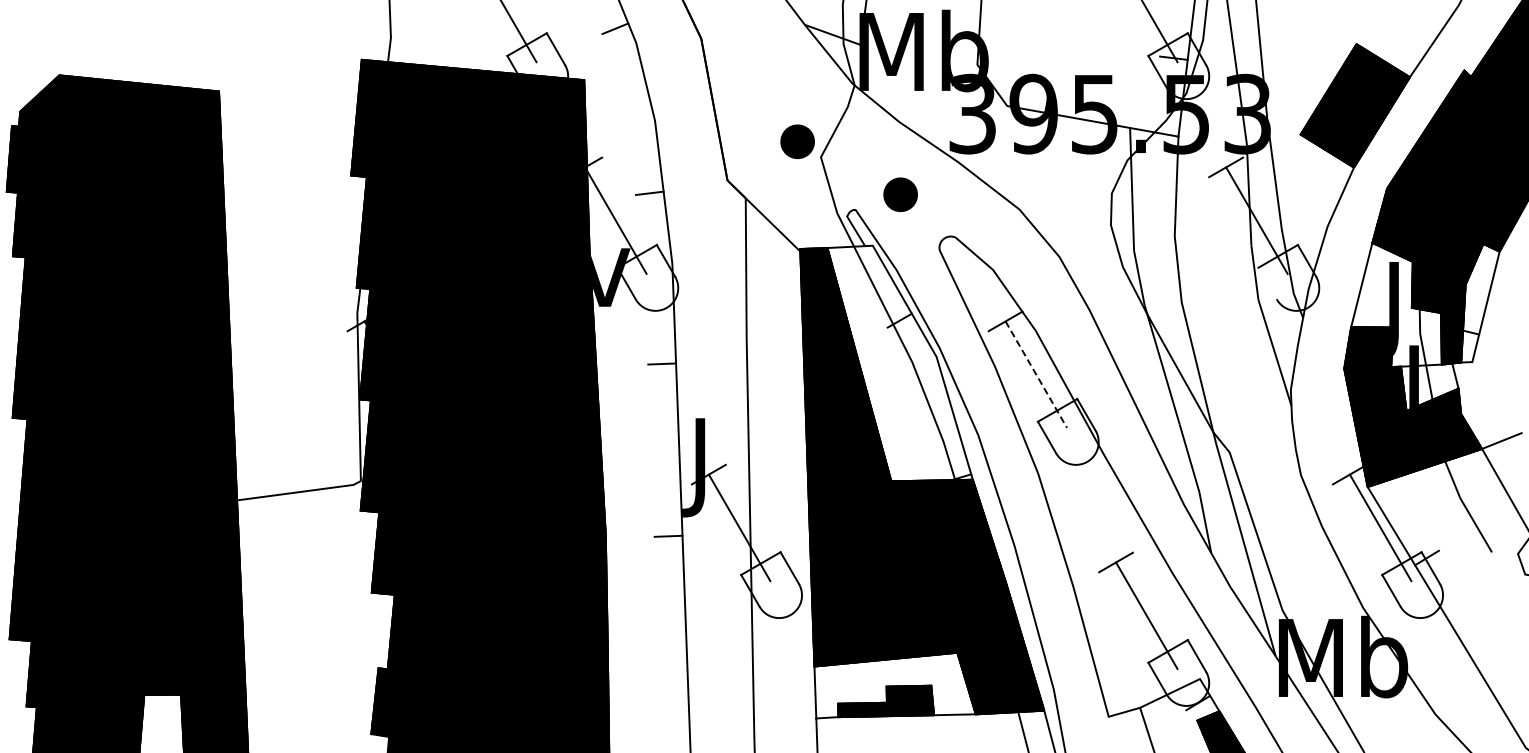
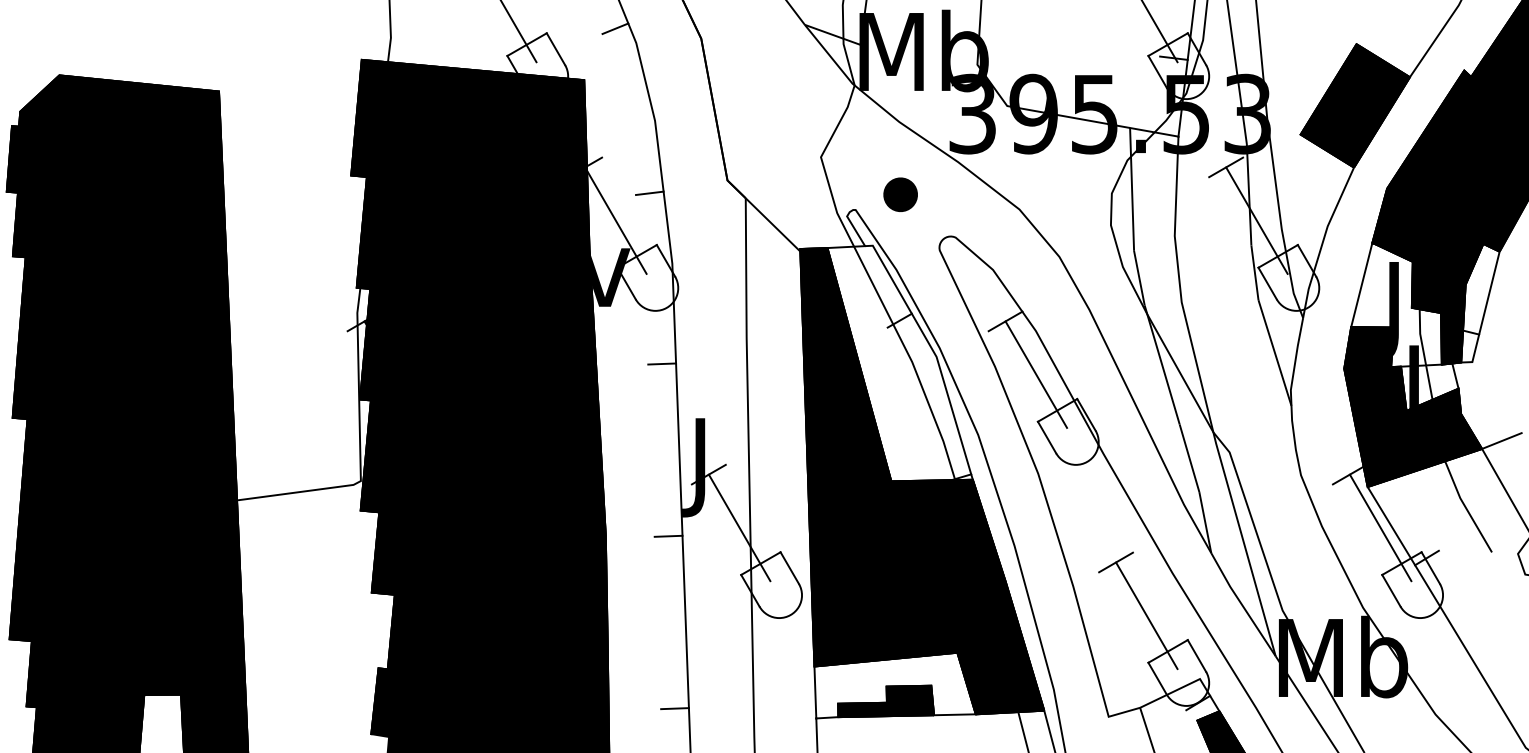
part at (797, 141): present -> none
line at (1267, 283): none -> present
line at (1036, 375): dashed -> solid
line at (674, 708): none -> present
